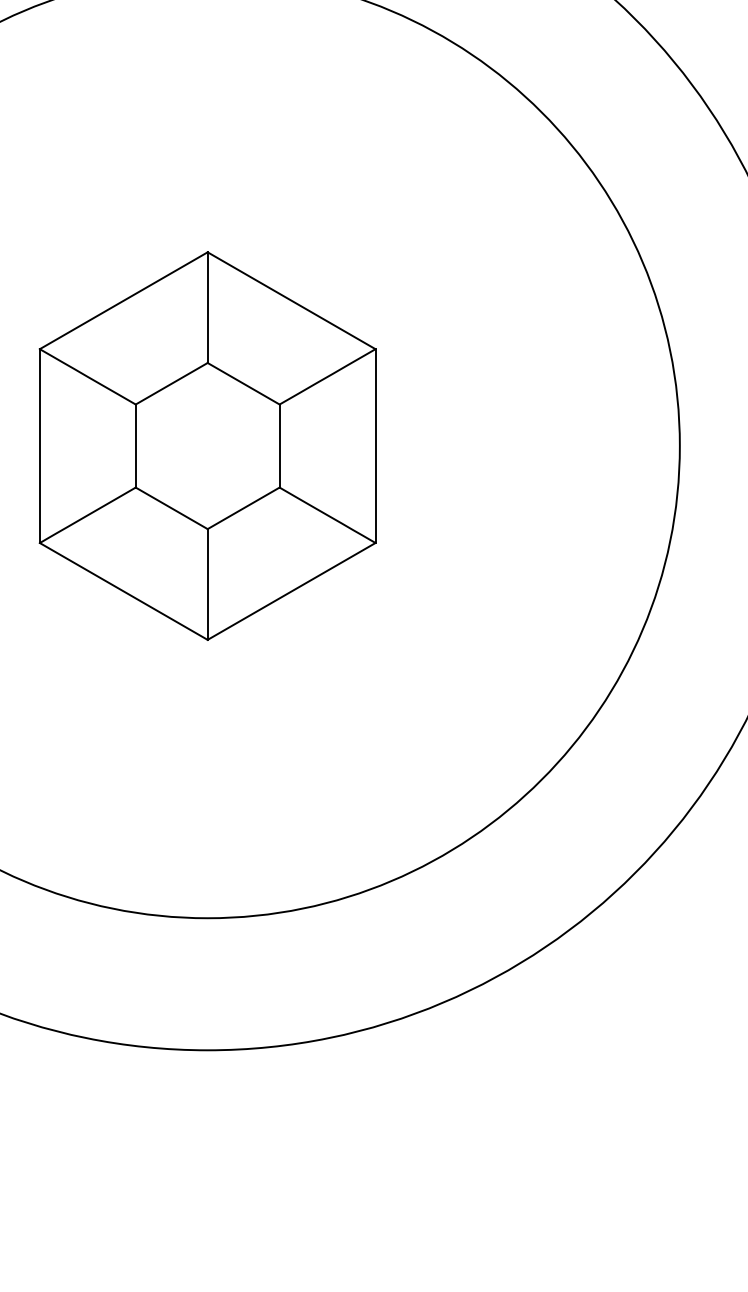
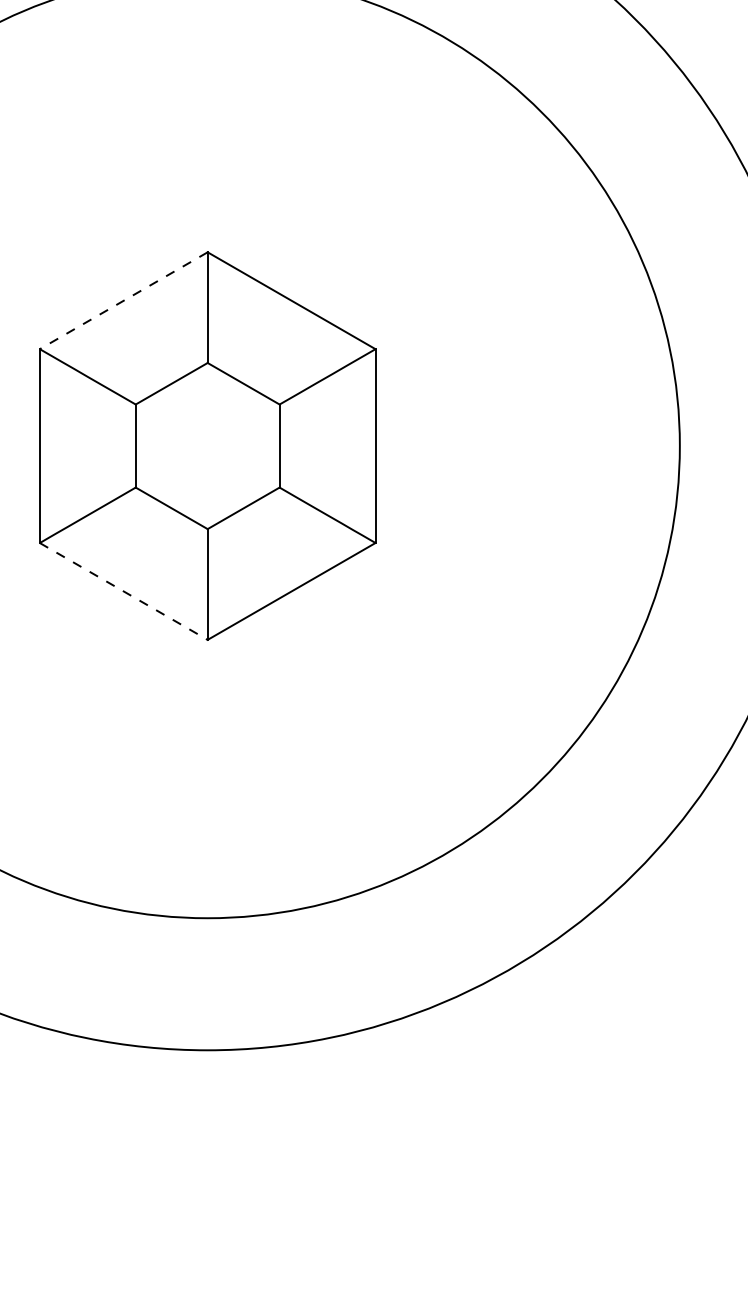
line at (123, 300): solid -> dashed
line at (123, 591): solid -> dashed
